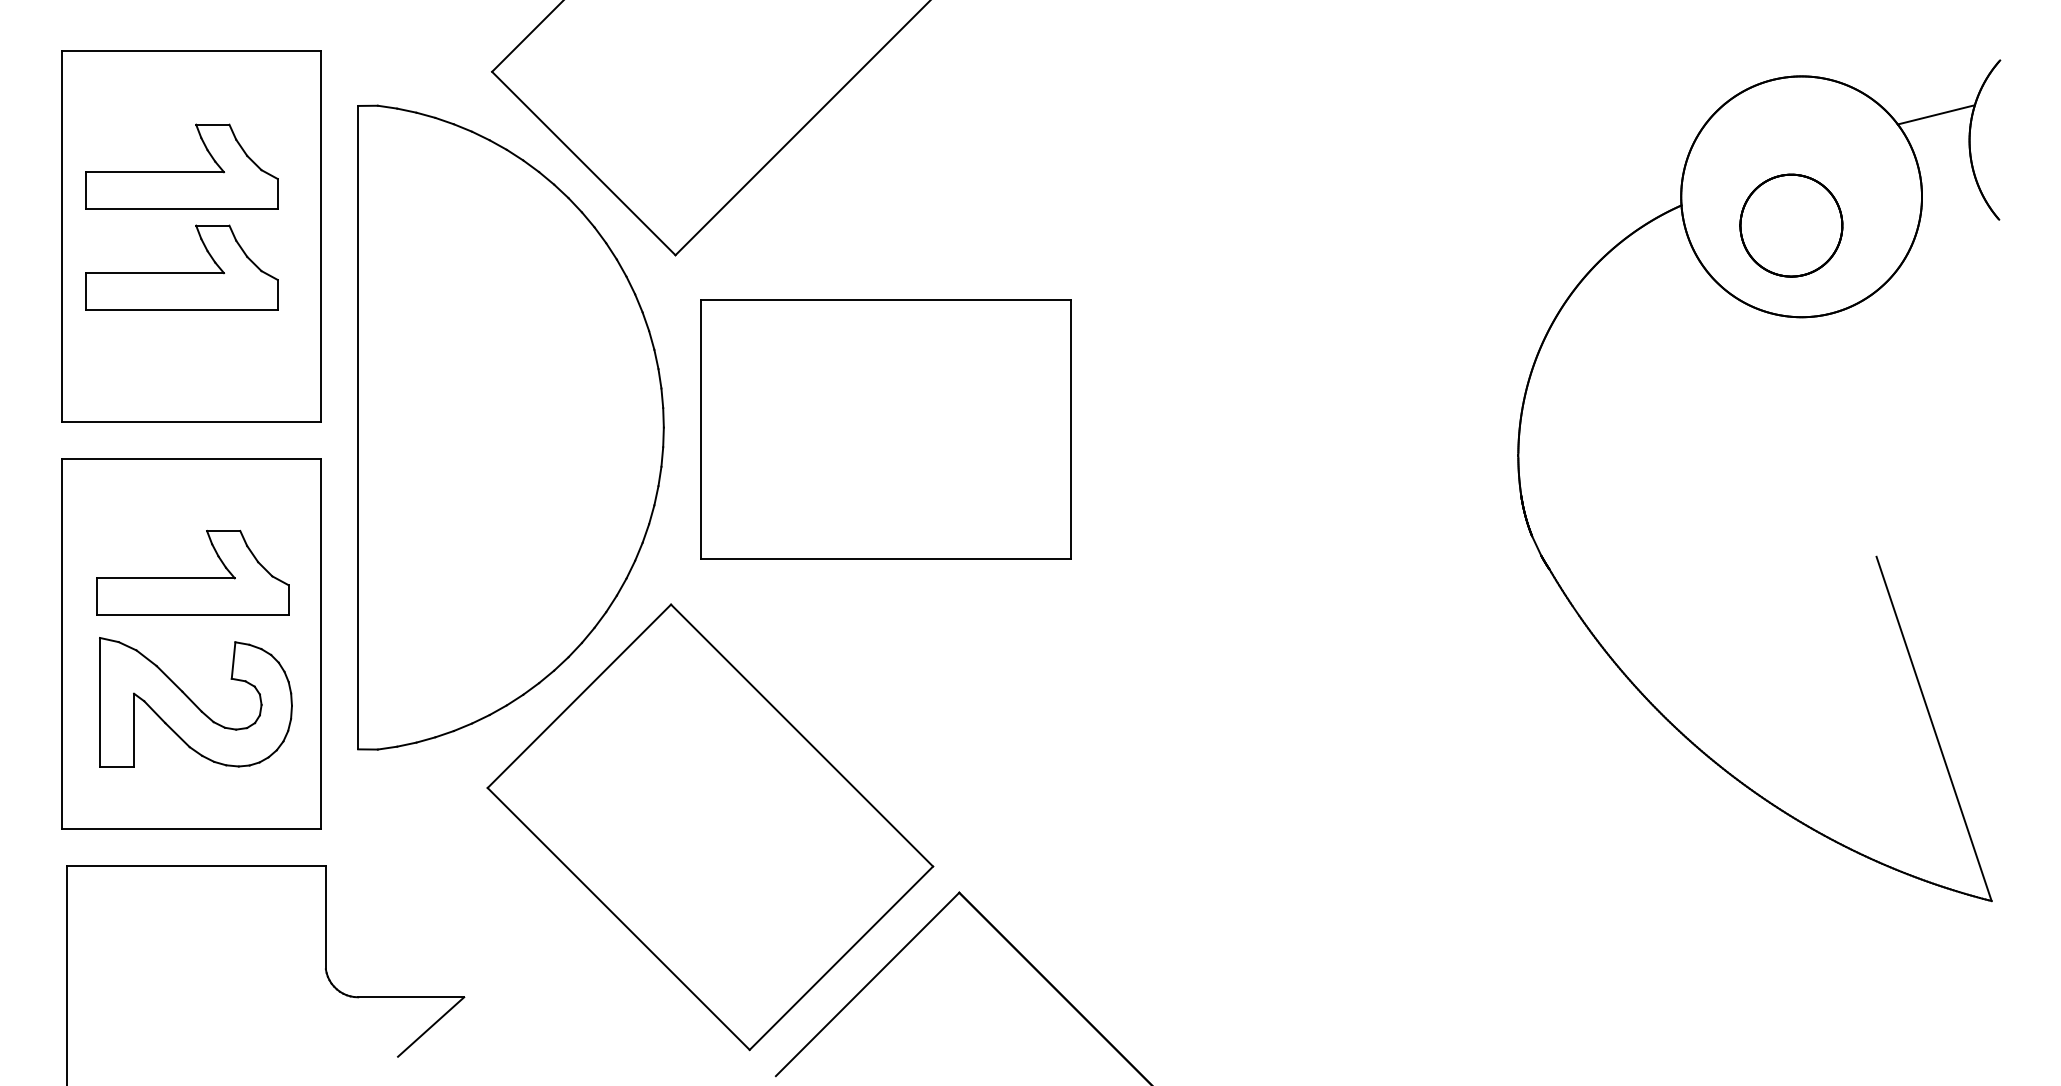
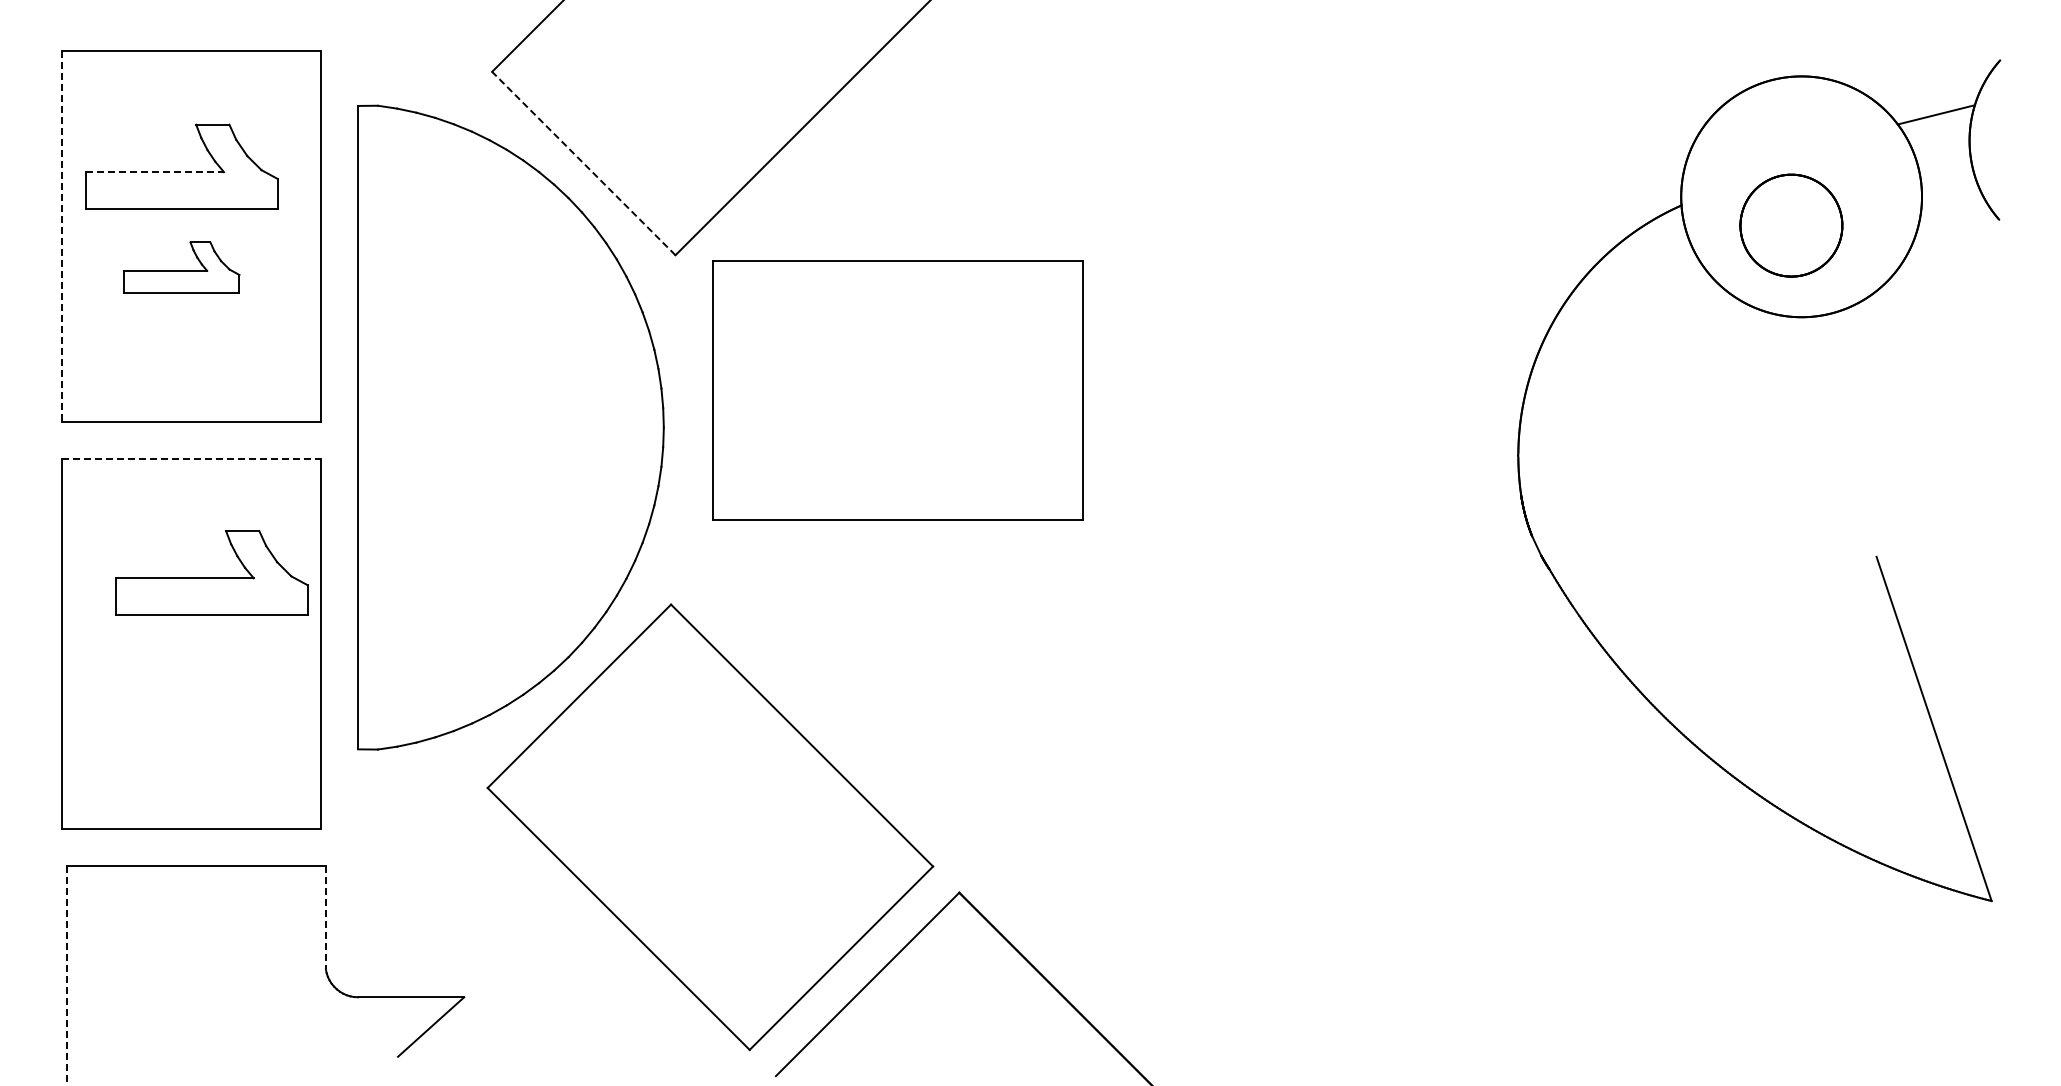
line at (583, 163): solid -> dashed
line at (155, 172): solid -> dashed
line at (61, 236): solid -> dashed
part at (181, 267) size: 194x87 px -> 118x53 px
part at (885, 429) position: (885, 429) -> (897, 390)
line at (191, 458): solid -> dashed
part at (192, 572) position: (192, 572) -> (211, 572)
part at (195, 702): present -> none
line at (325, 917): solid -> dashed
line at (66, 975): solid -> dashed
